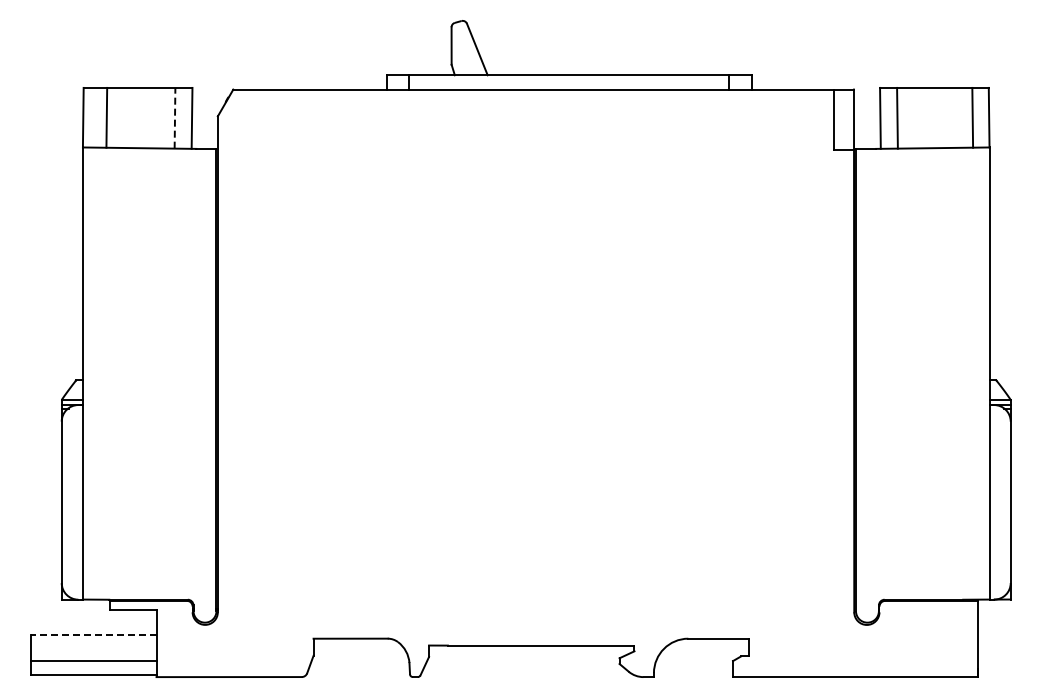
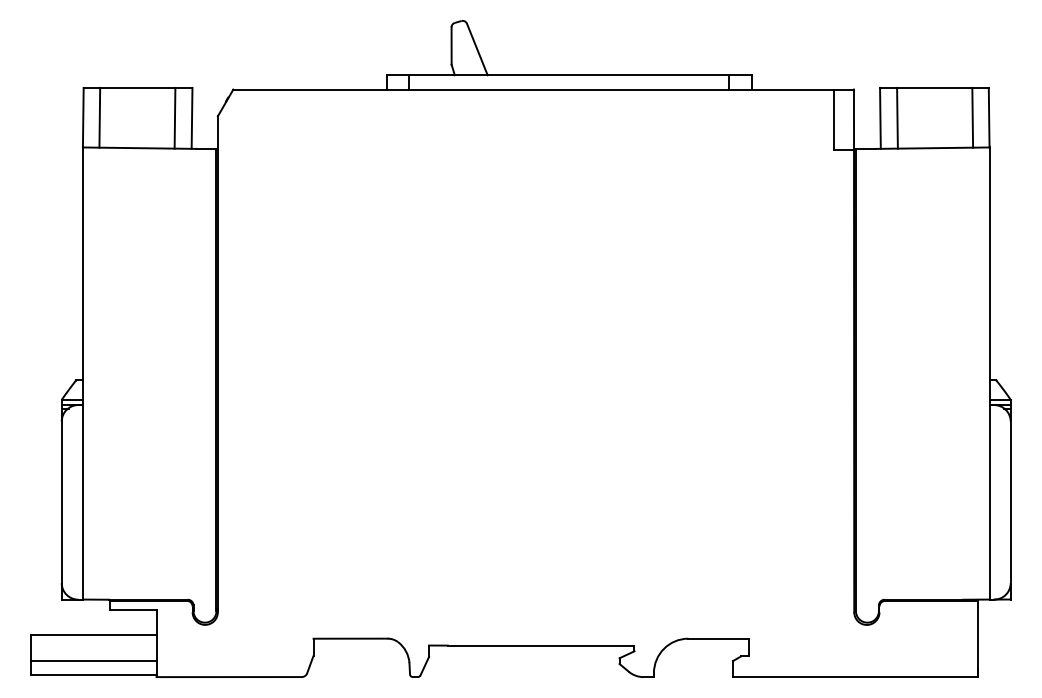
line at (106, 117) position: (106, 117) -> (99, 117)
line at (175, 117): dashed -> solid
line at (93, 635): dashed -> solid
